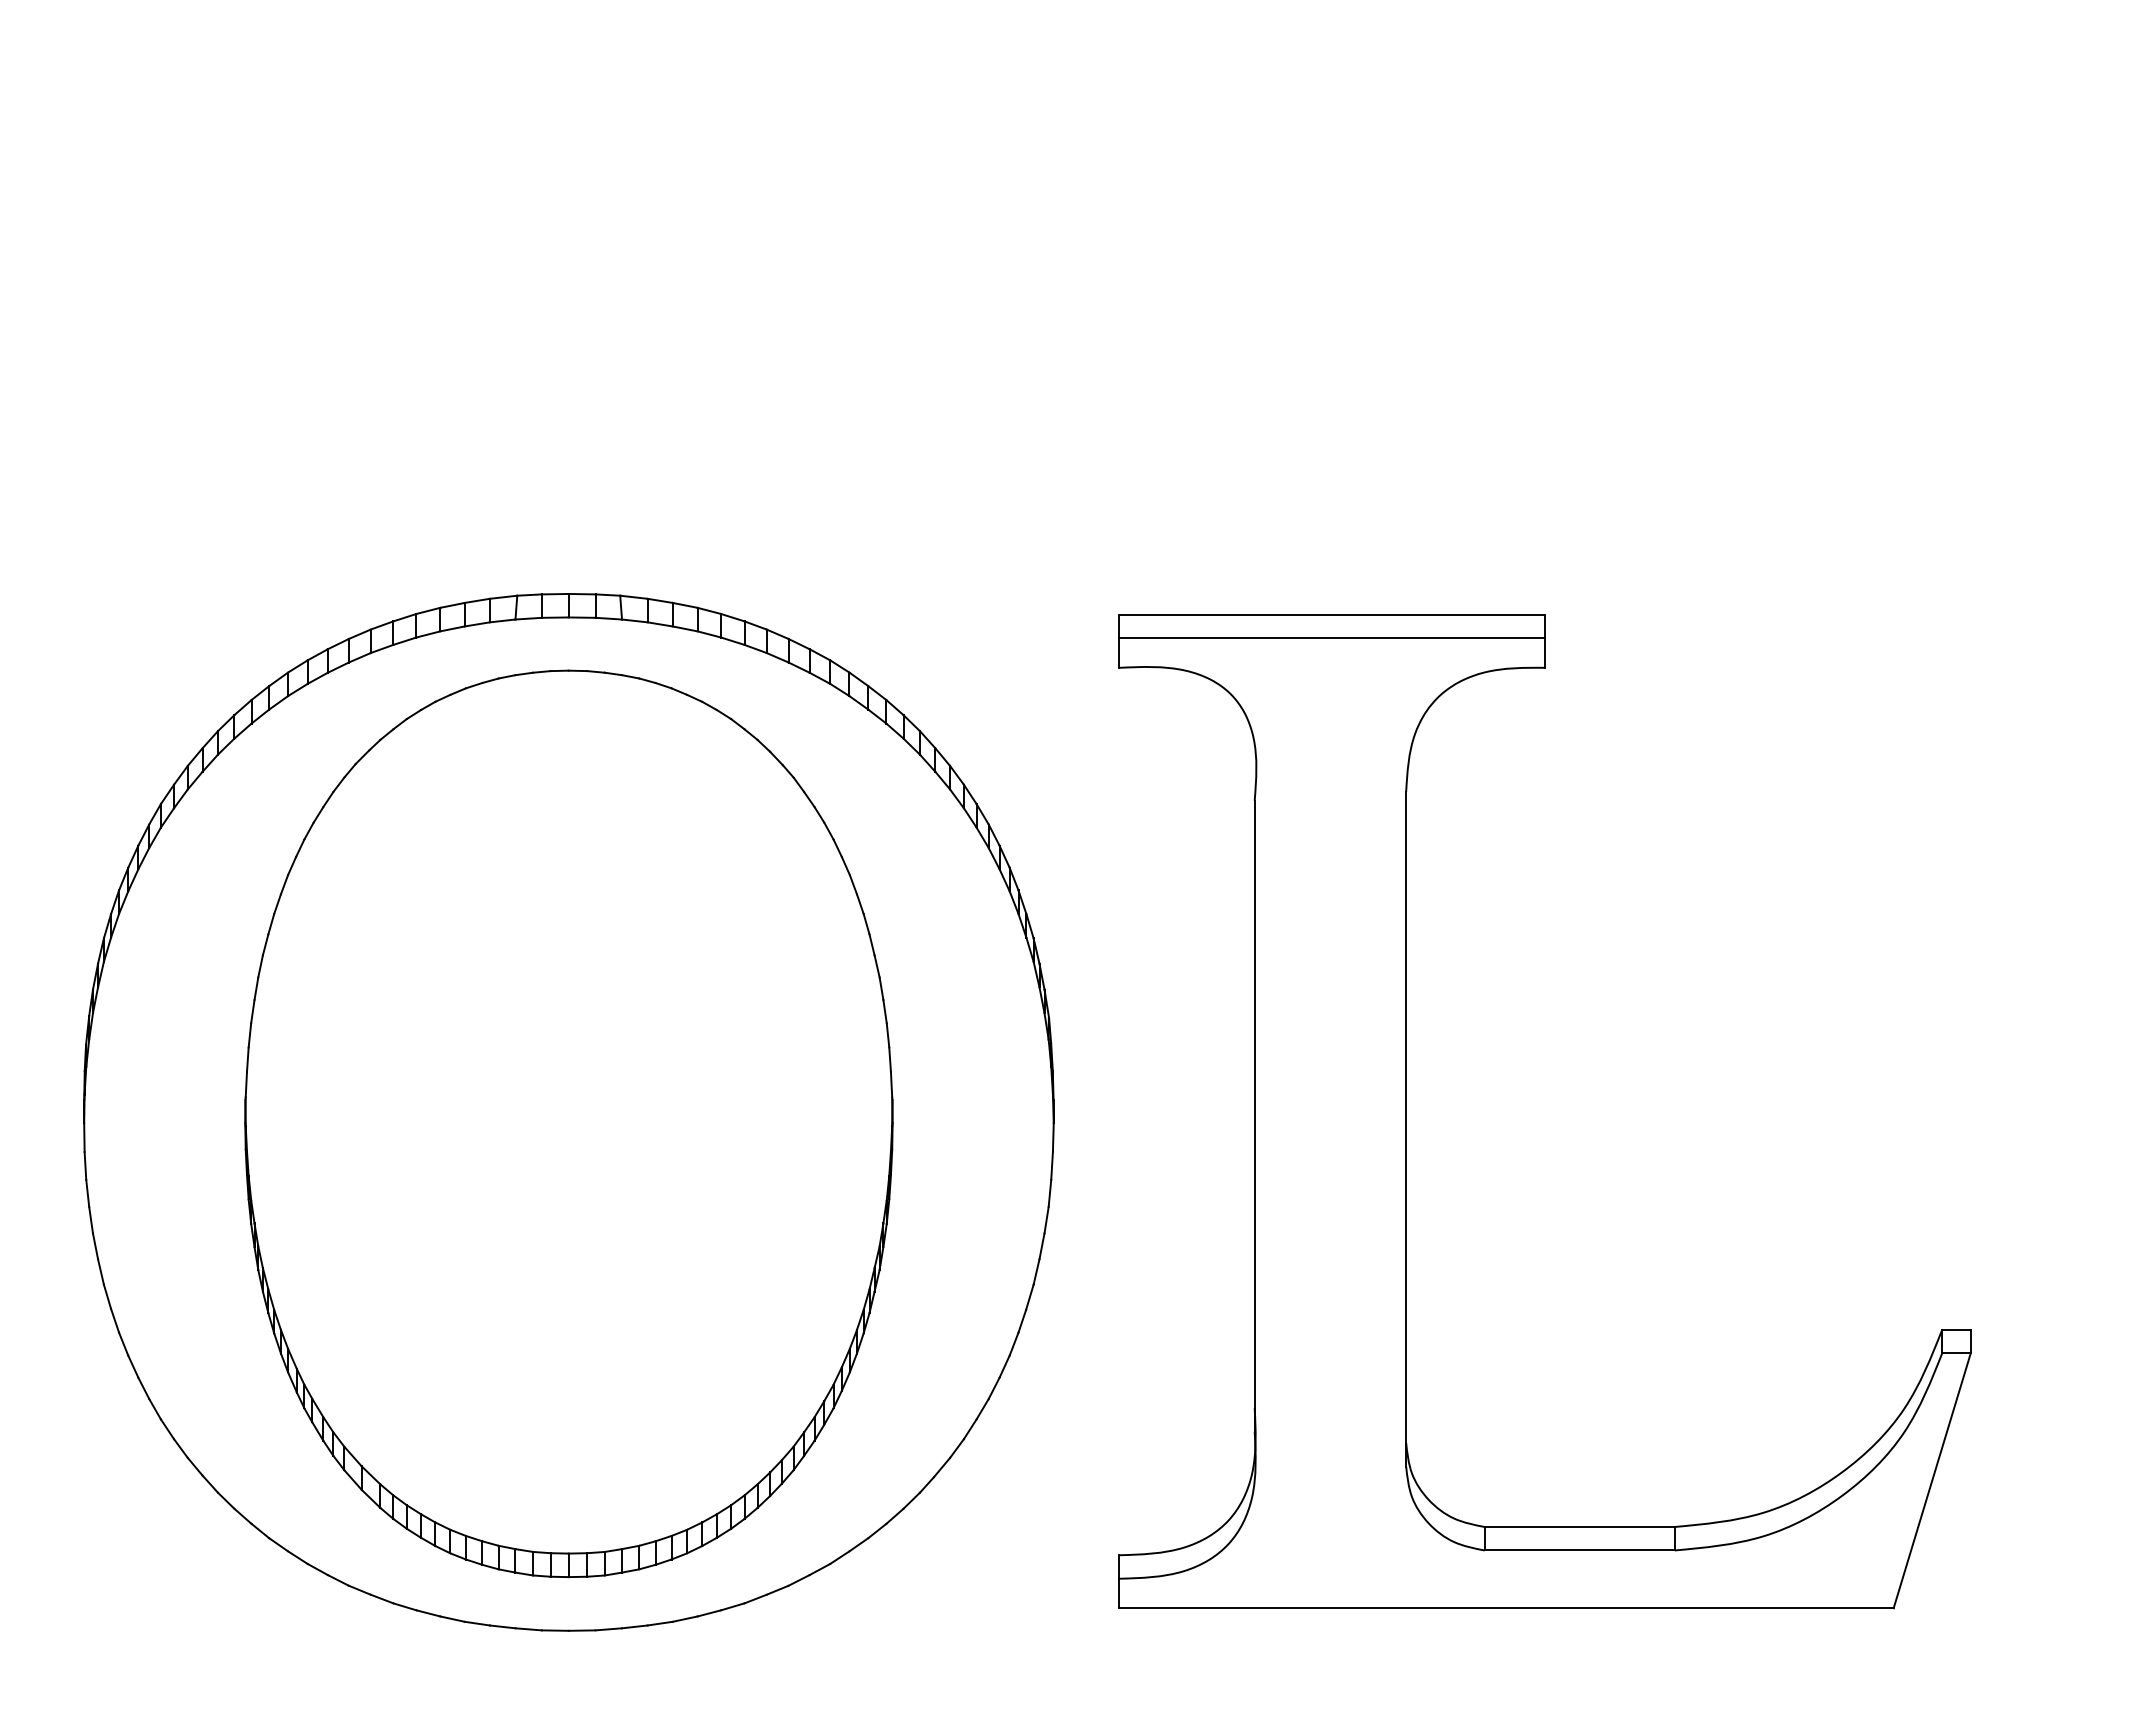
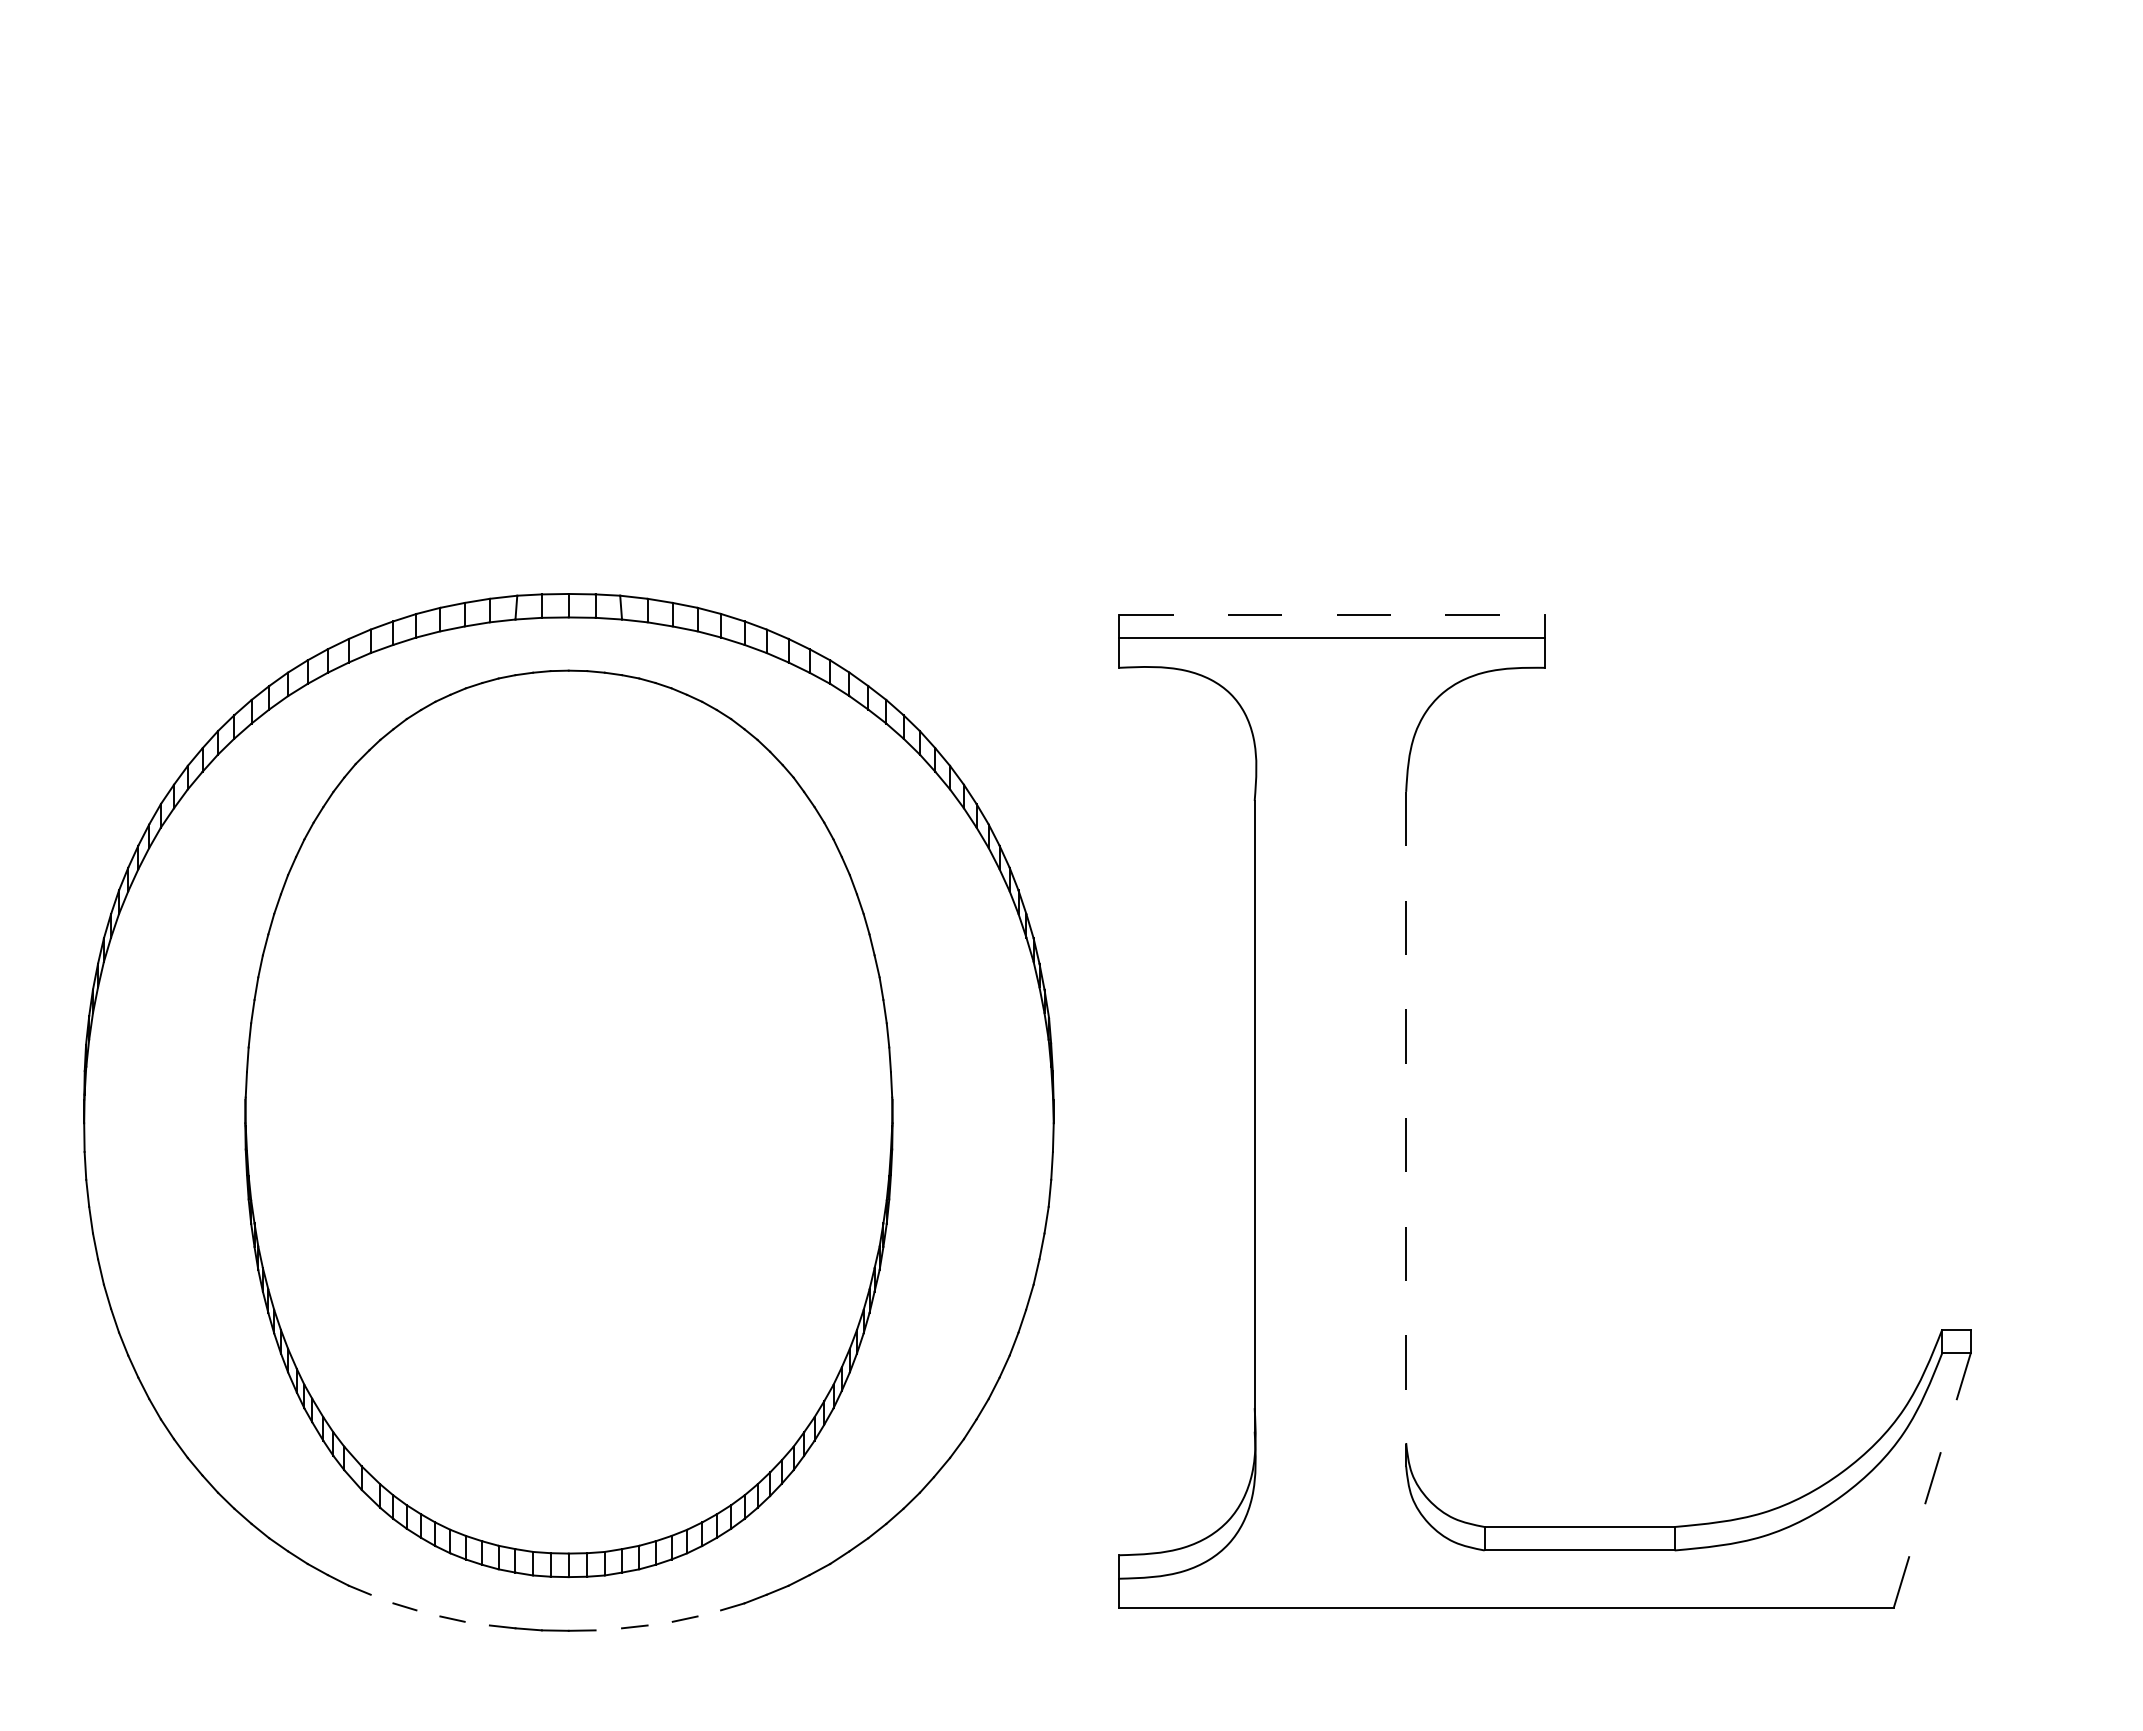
line at (1332, 614): solid -> dashed
line at (1406, 1129): solid -> dashed
line at (1932, 1480): solid -> dashed
line at (381, 1598): present -> none
line at (428, 1613): present -> none
line at (709, 1613): present -> none
line at (476, 1623): present -> none
line at (659, 1623): present -> none
line at (608, 1629): present -> none
